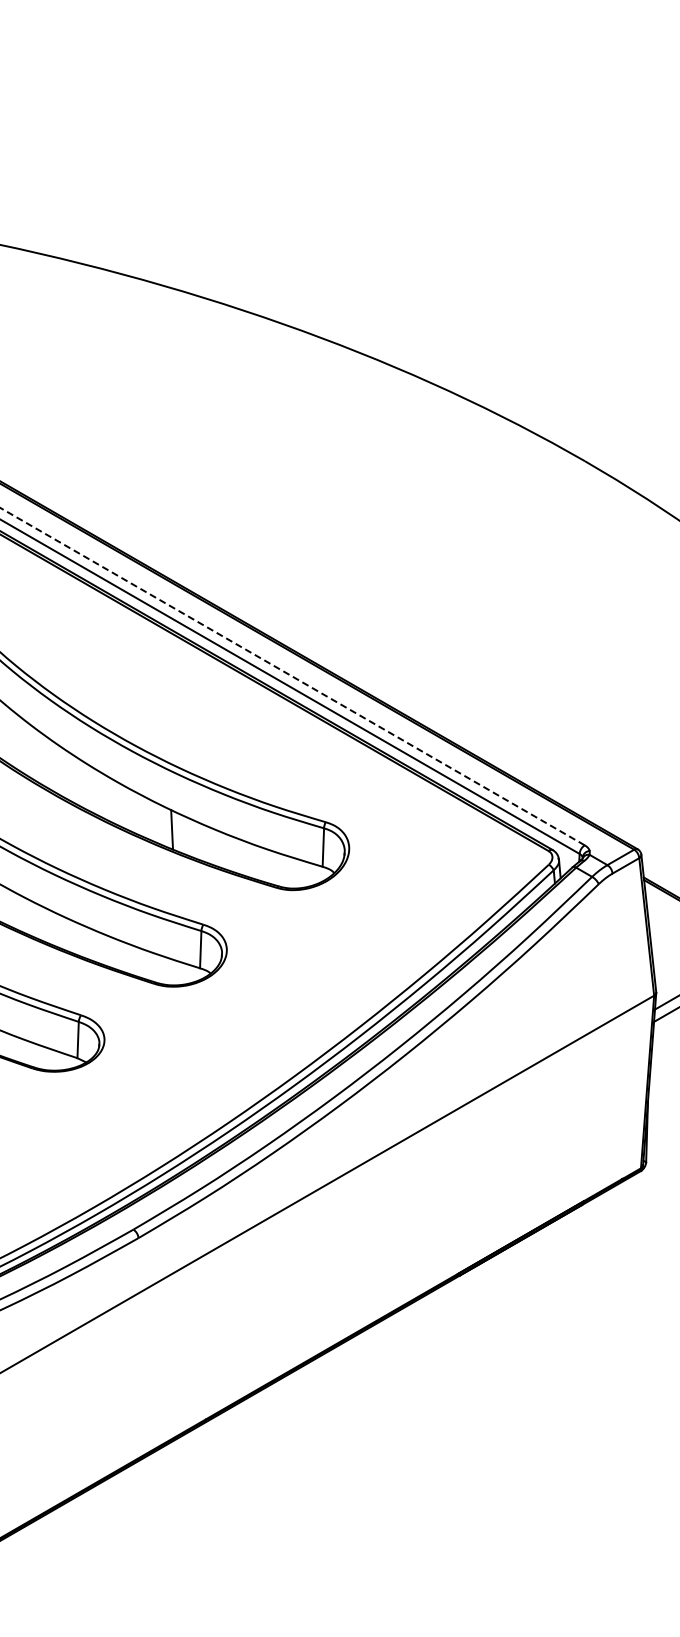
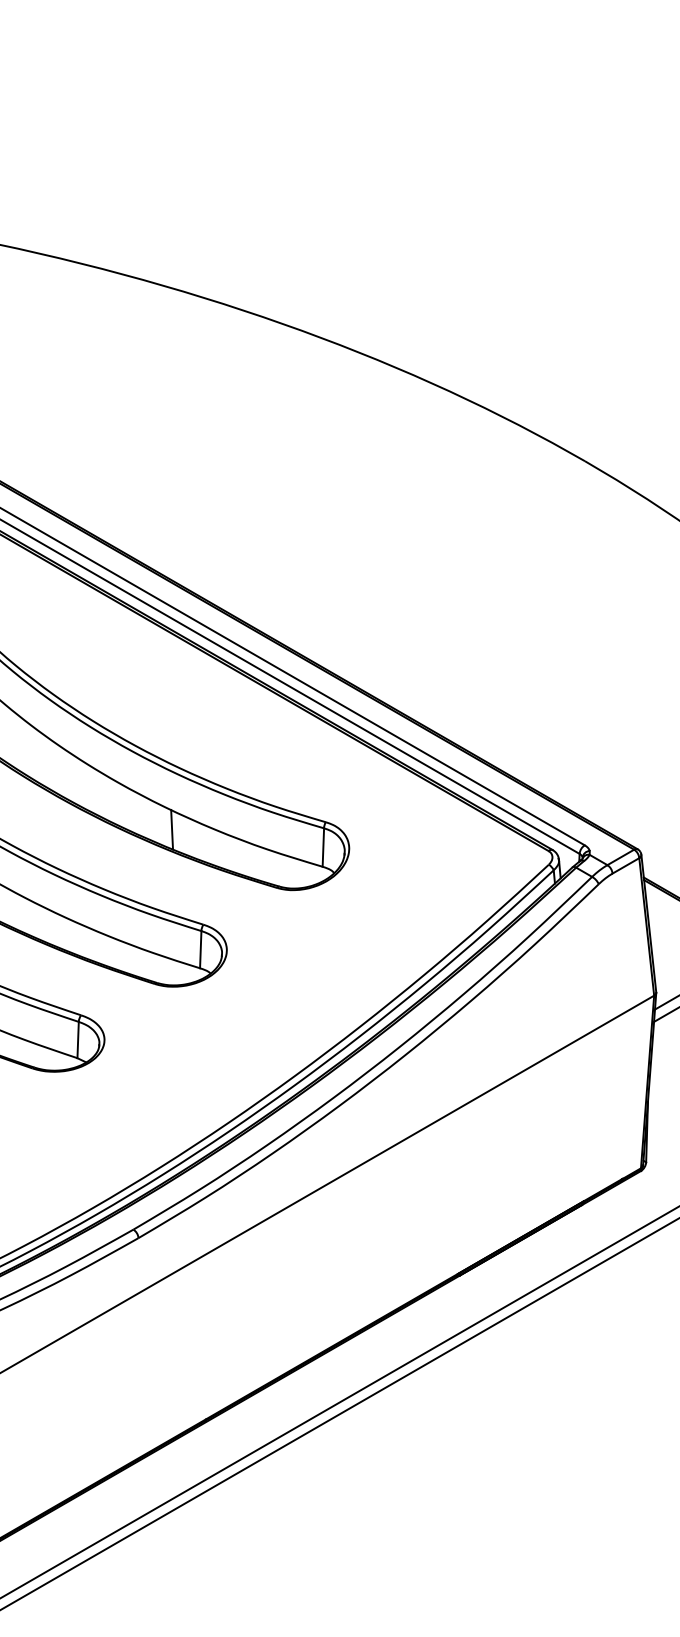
line at (292, 676): dashed -> solid
line at (339, 1402): none -> present
line at (339, 1413): none -> present
